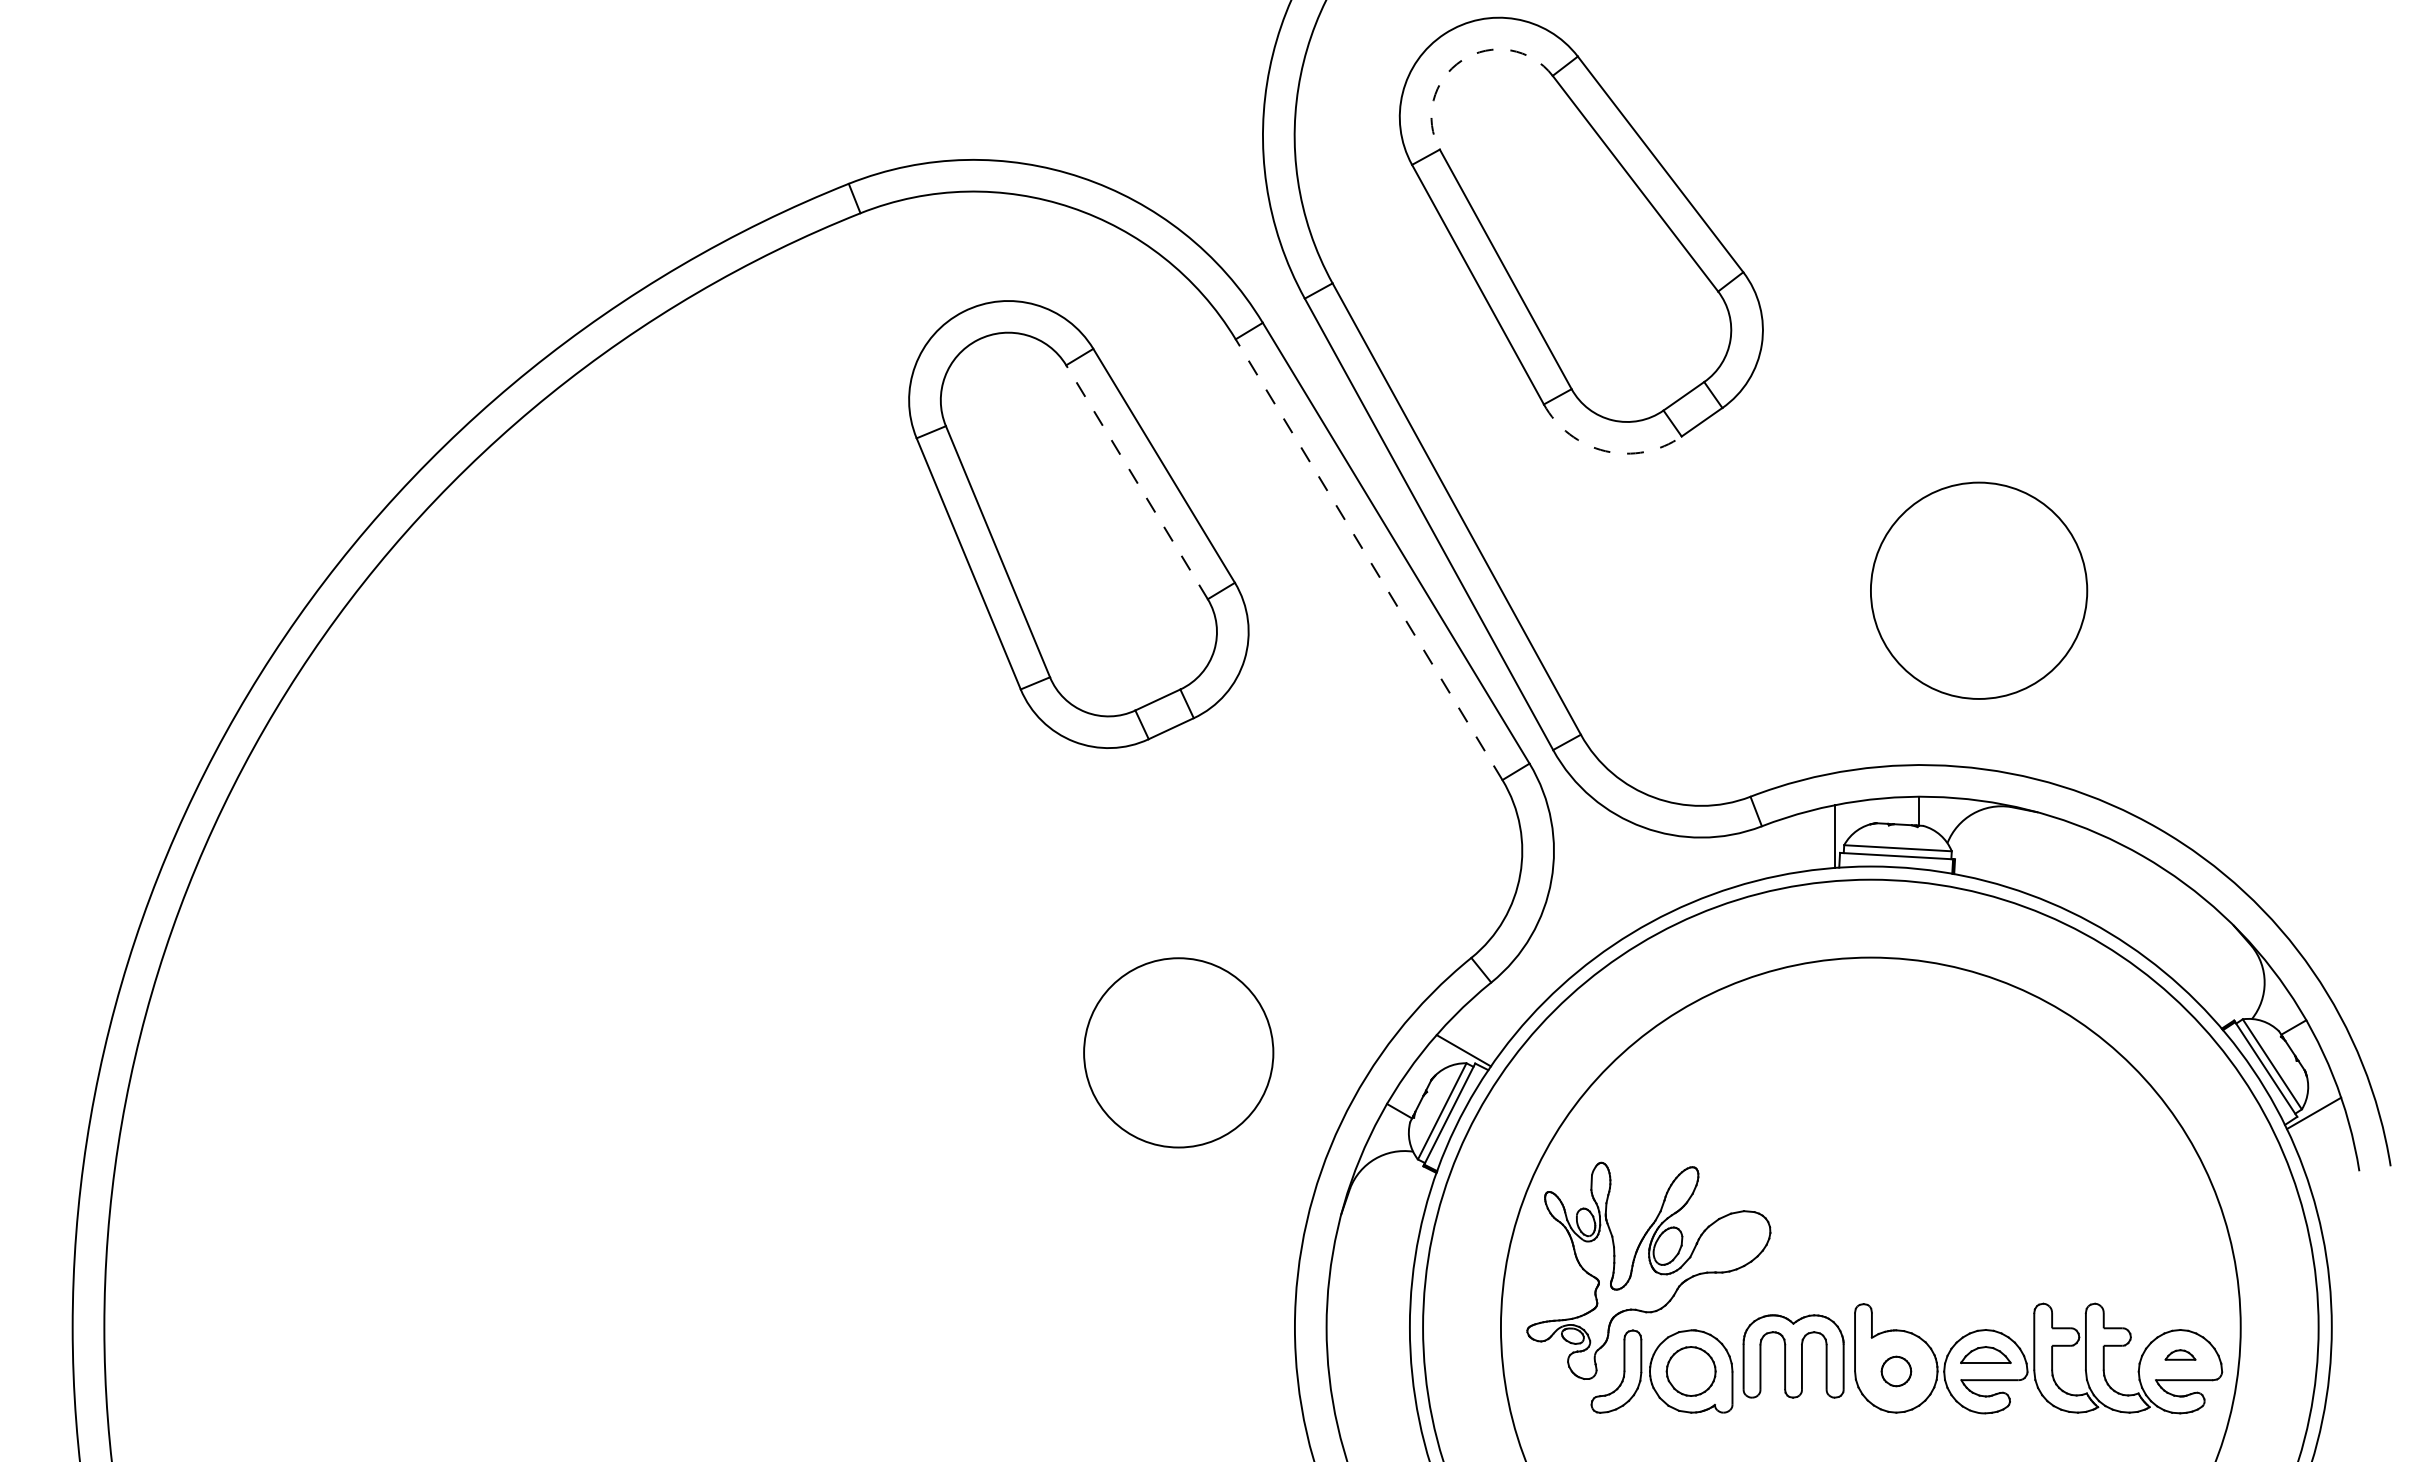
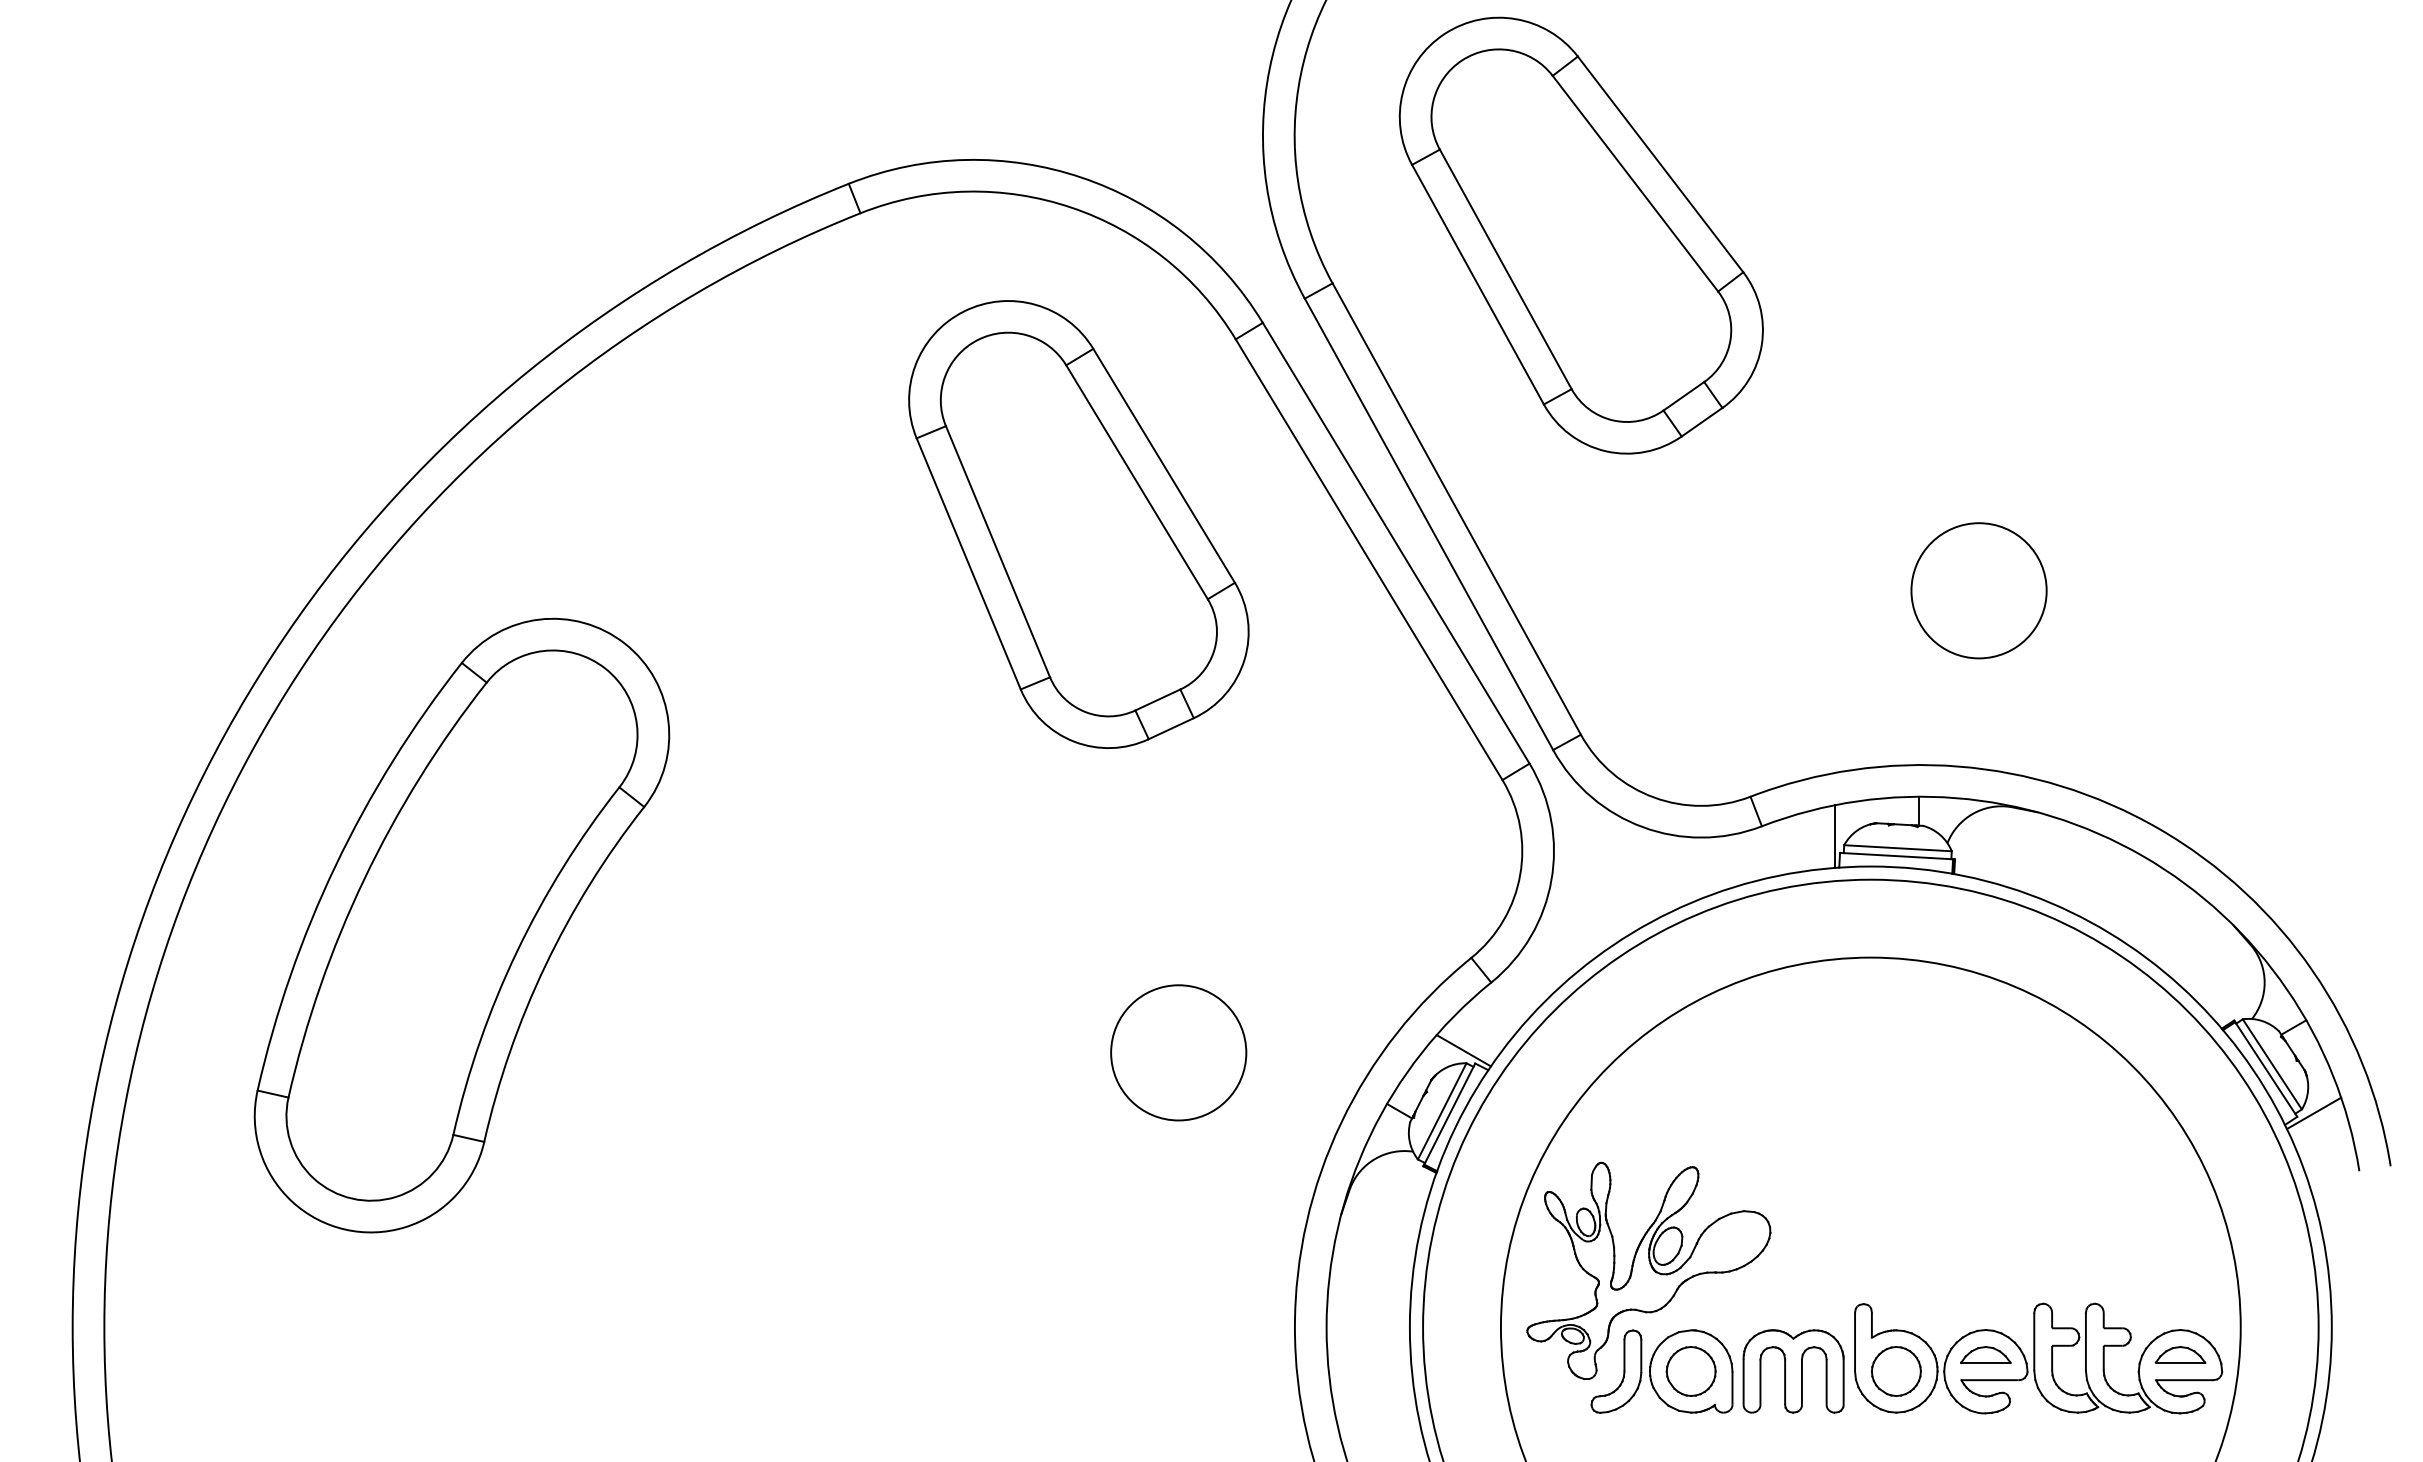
arc at (1462, 60): dashed -> solid
arc at (1605, 451): dashed -> solid
line at (1137, 482): dashed -> solid
line at (1369, 559): dashed -> solid
circle at (1978, 590) diameter: 216 px -> 135 px
part at (461, 925): none -> present
circle at (1178, 1052) diameter: 189 px -> 135 px
part at (2180, 1354) size: 33x12 px -> 53x18 px
part at (1793, 1356) position: (1793, 1356) -> (1793, 1371)
part at (1896, 1371) size: 33x33 px -> 51x51 px
